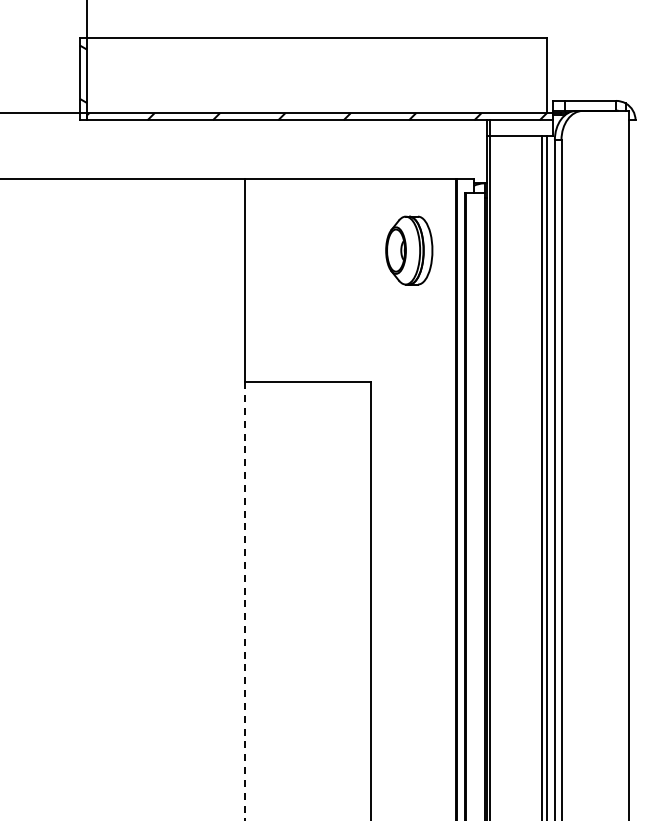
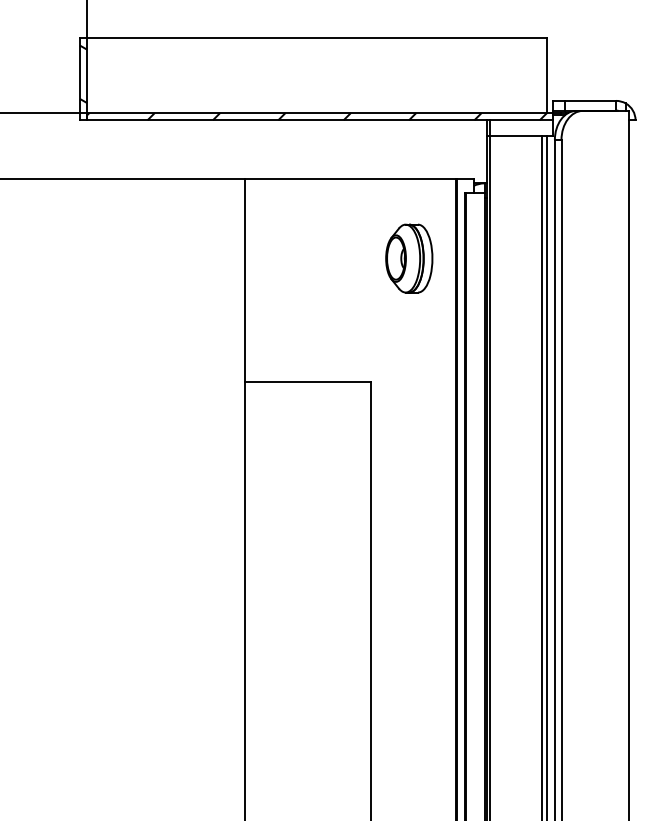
part at (409, 250) position: (409, 250) -> (409, 258)
line at (245, 601): dashed -> solid
